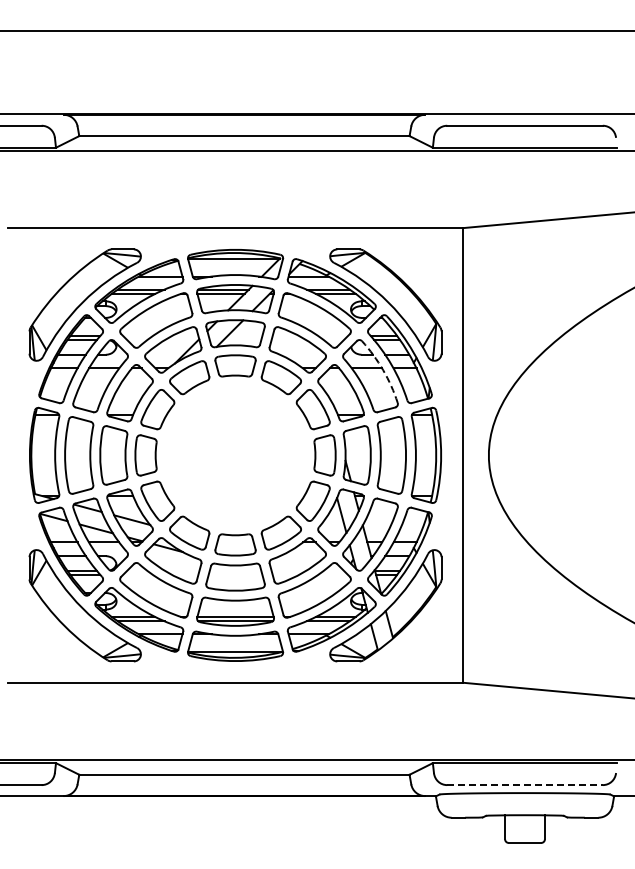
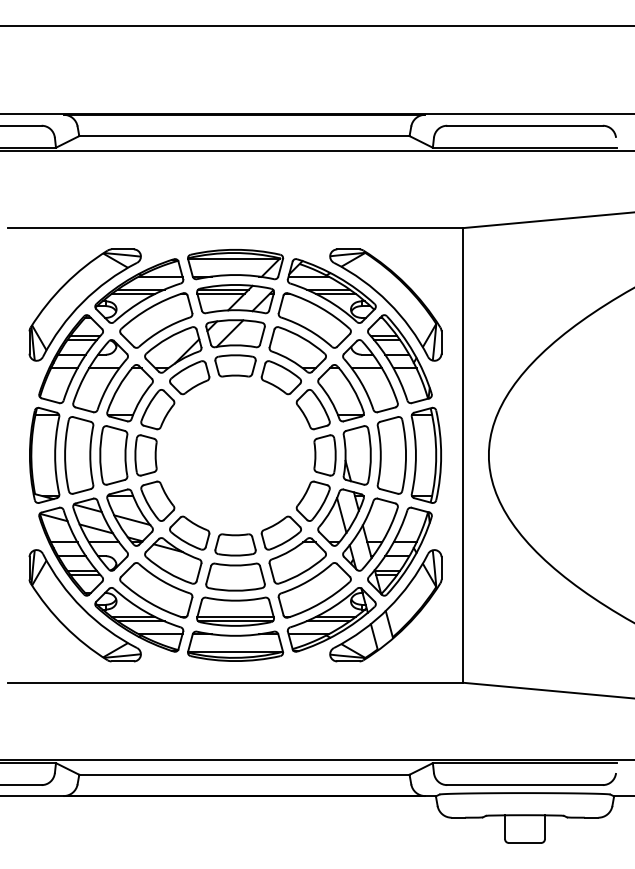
line at (316, 31) position: (316, 31) -> (316, 26)
arc at (383, 370): dashed -> solid
line at (525, 785): dashed -> solid
